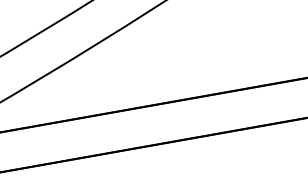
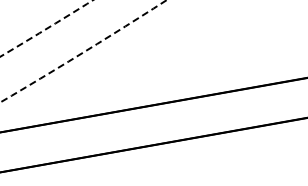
arc at (46, 28): solid -> dashed
arc at (84, 51): solid -> dashed
